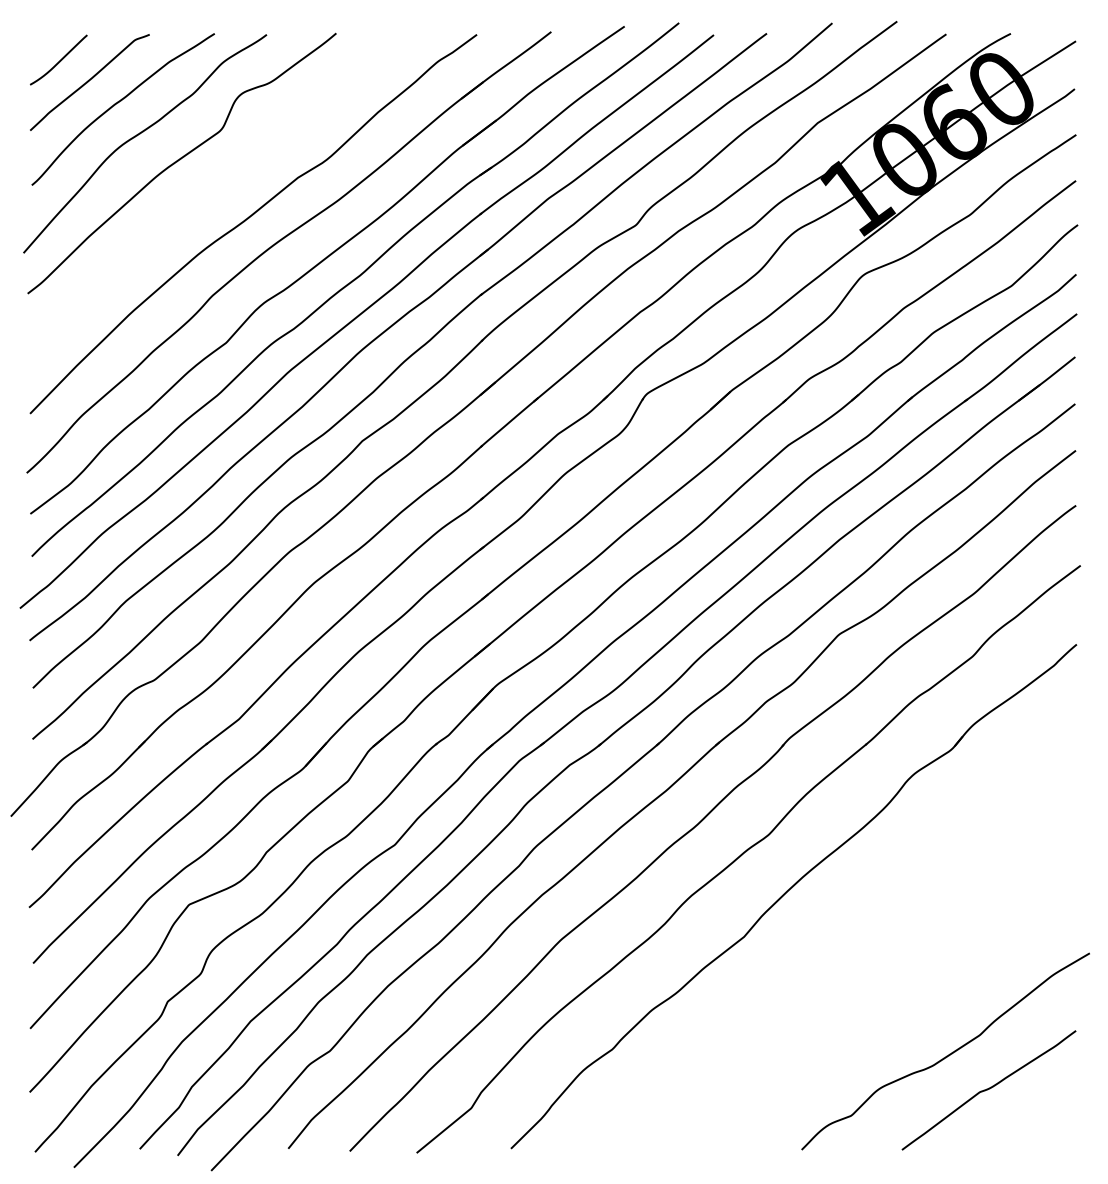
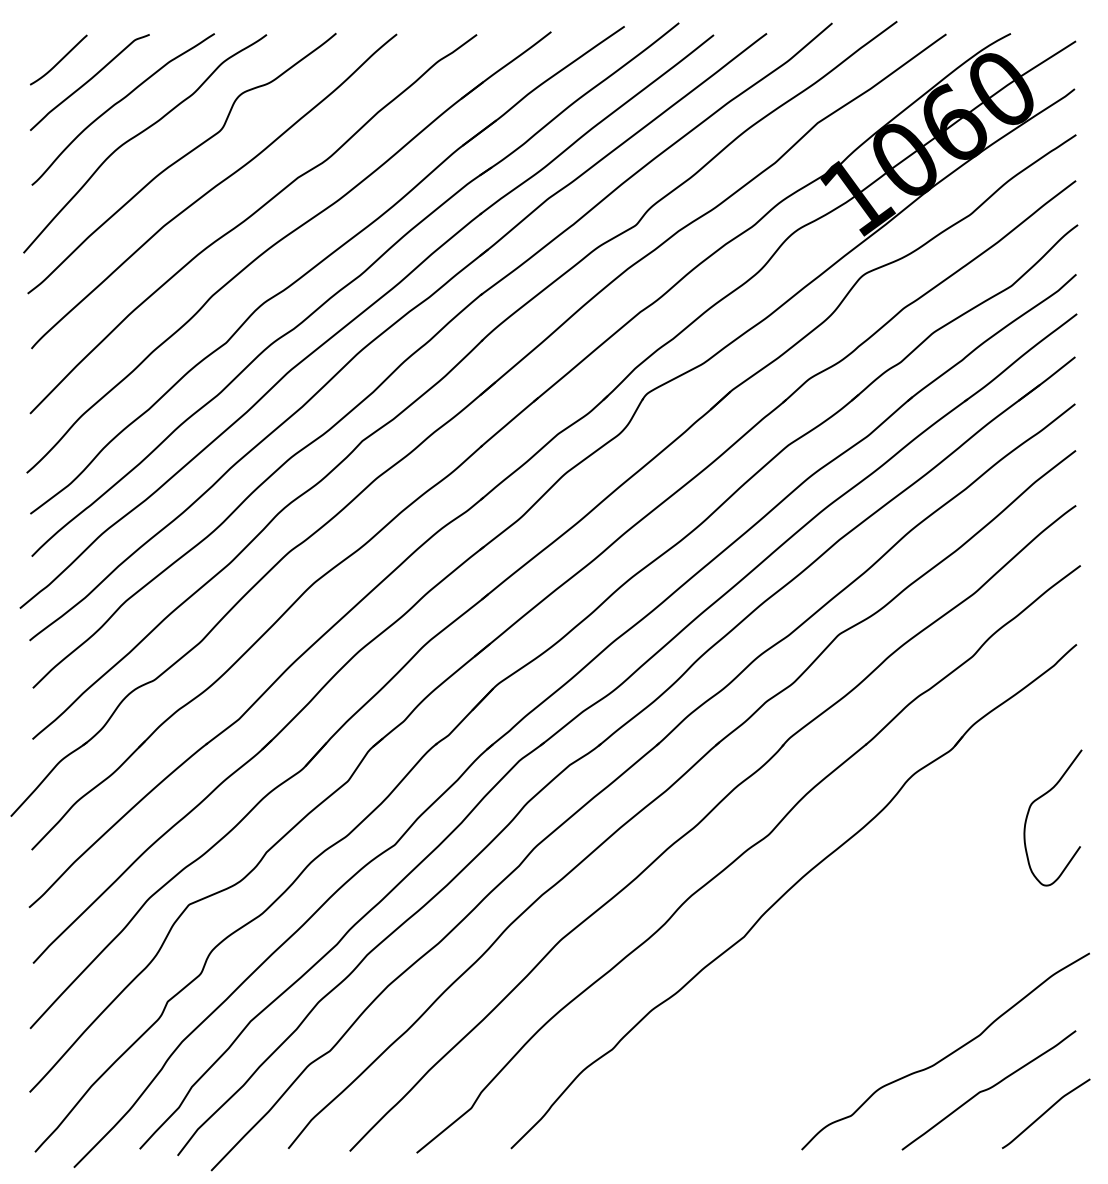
curve at (213, 189): none -> present
curve at (1040, 798): none -> present
curve at (1045, 1113): none -> present
